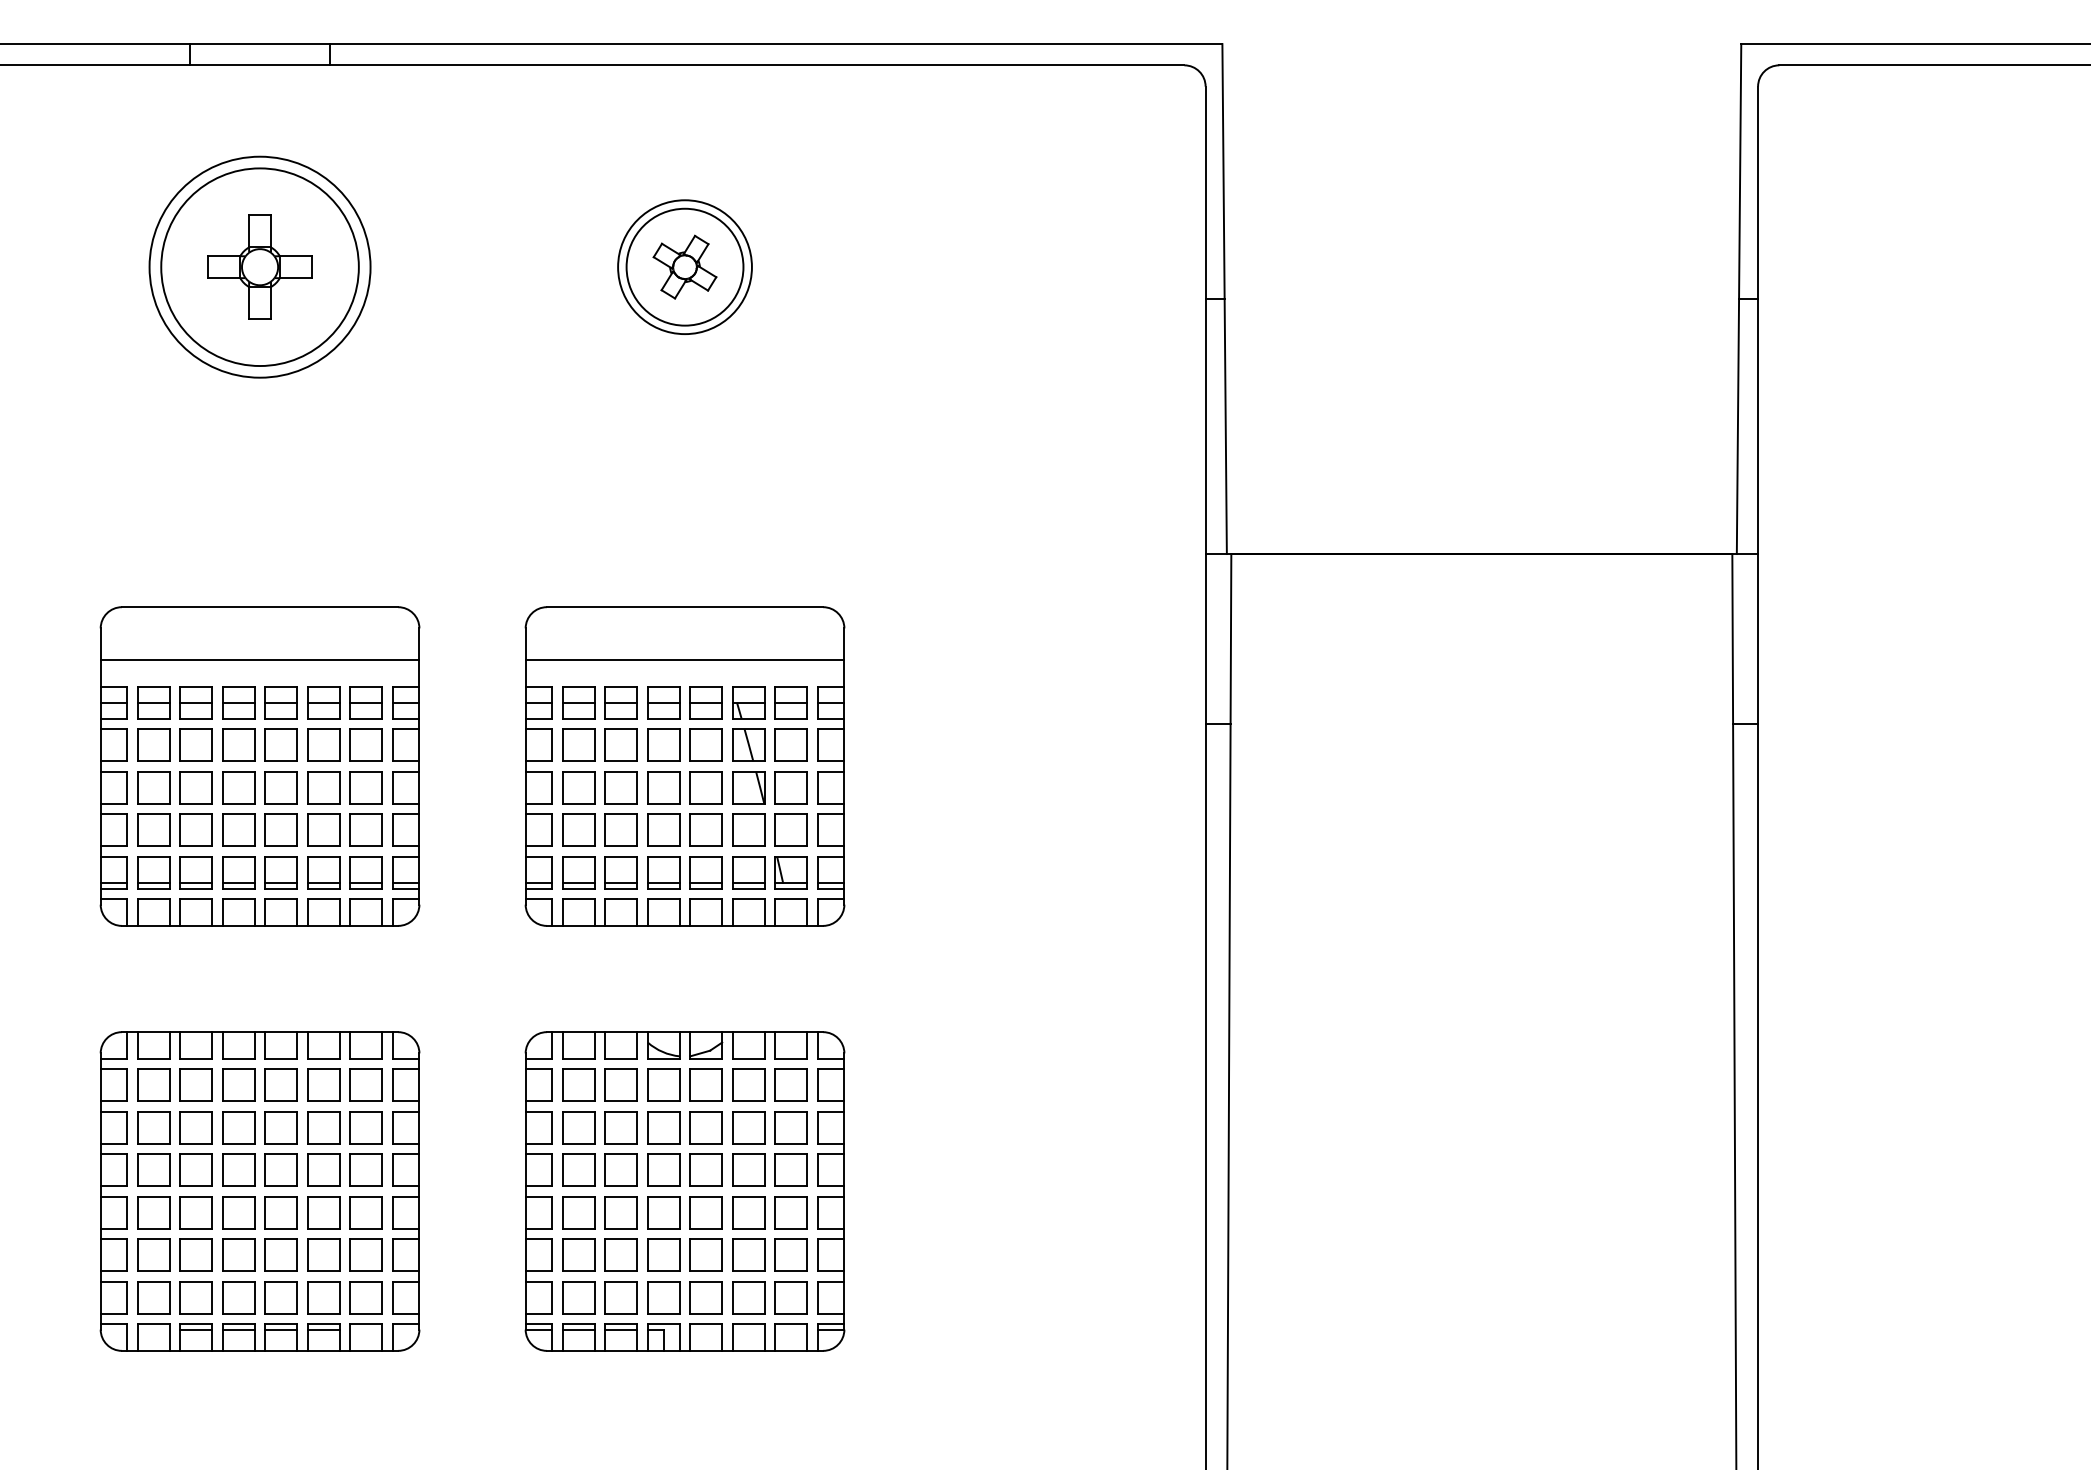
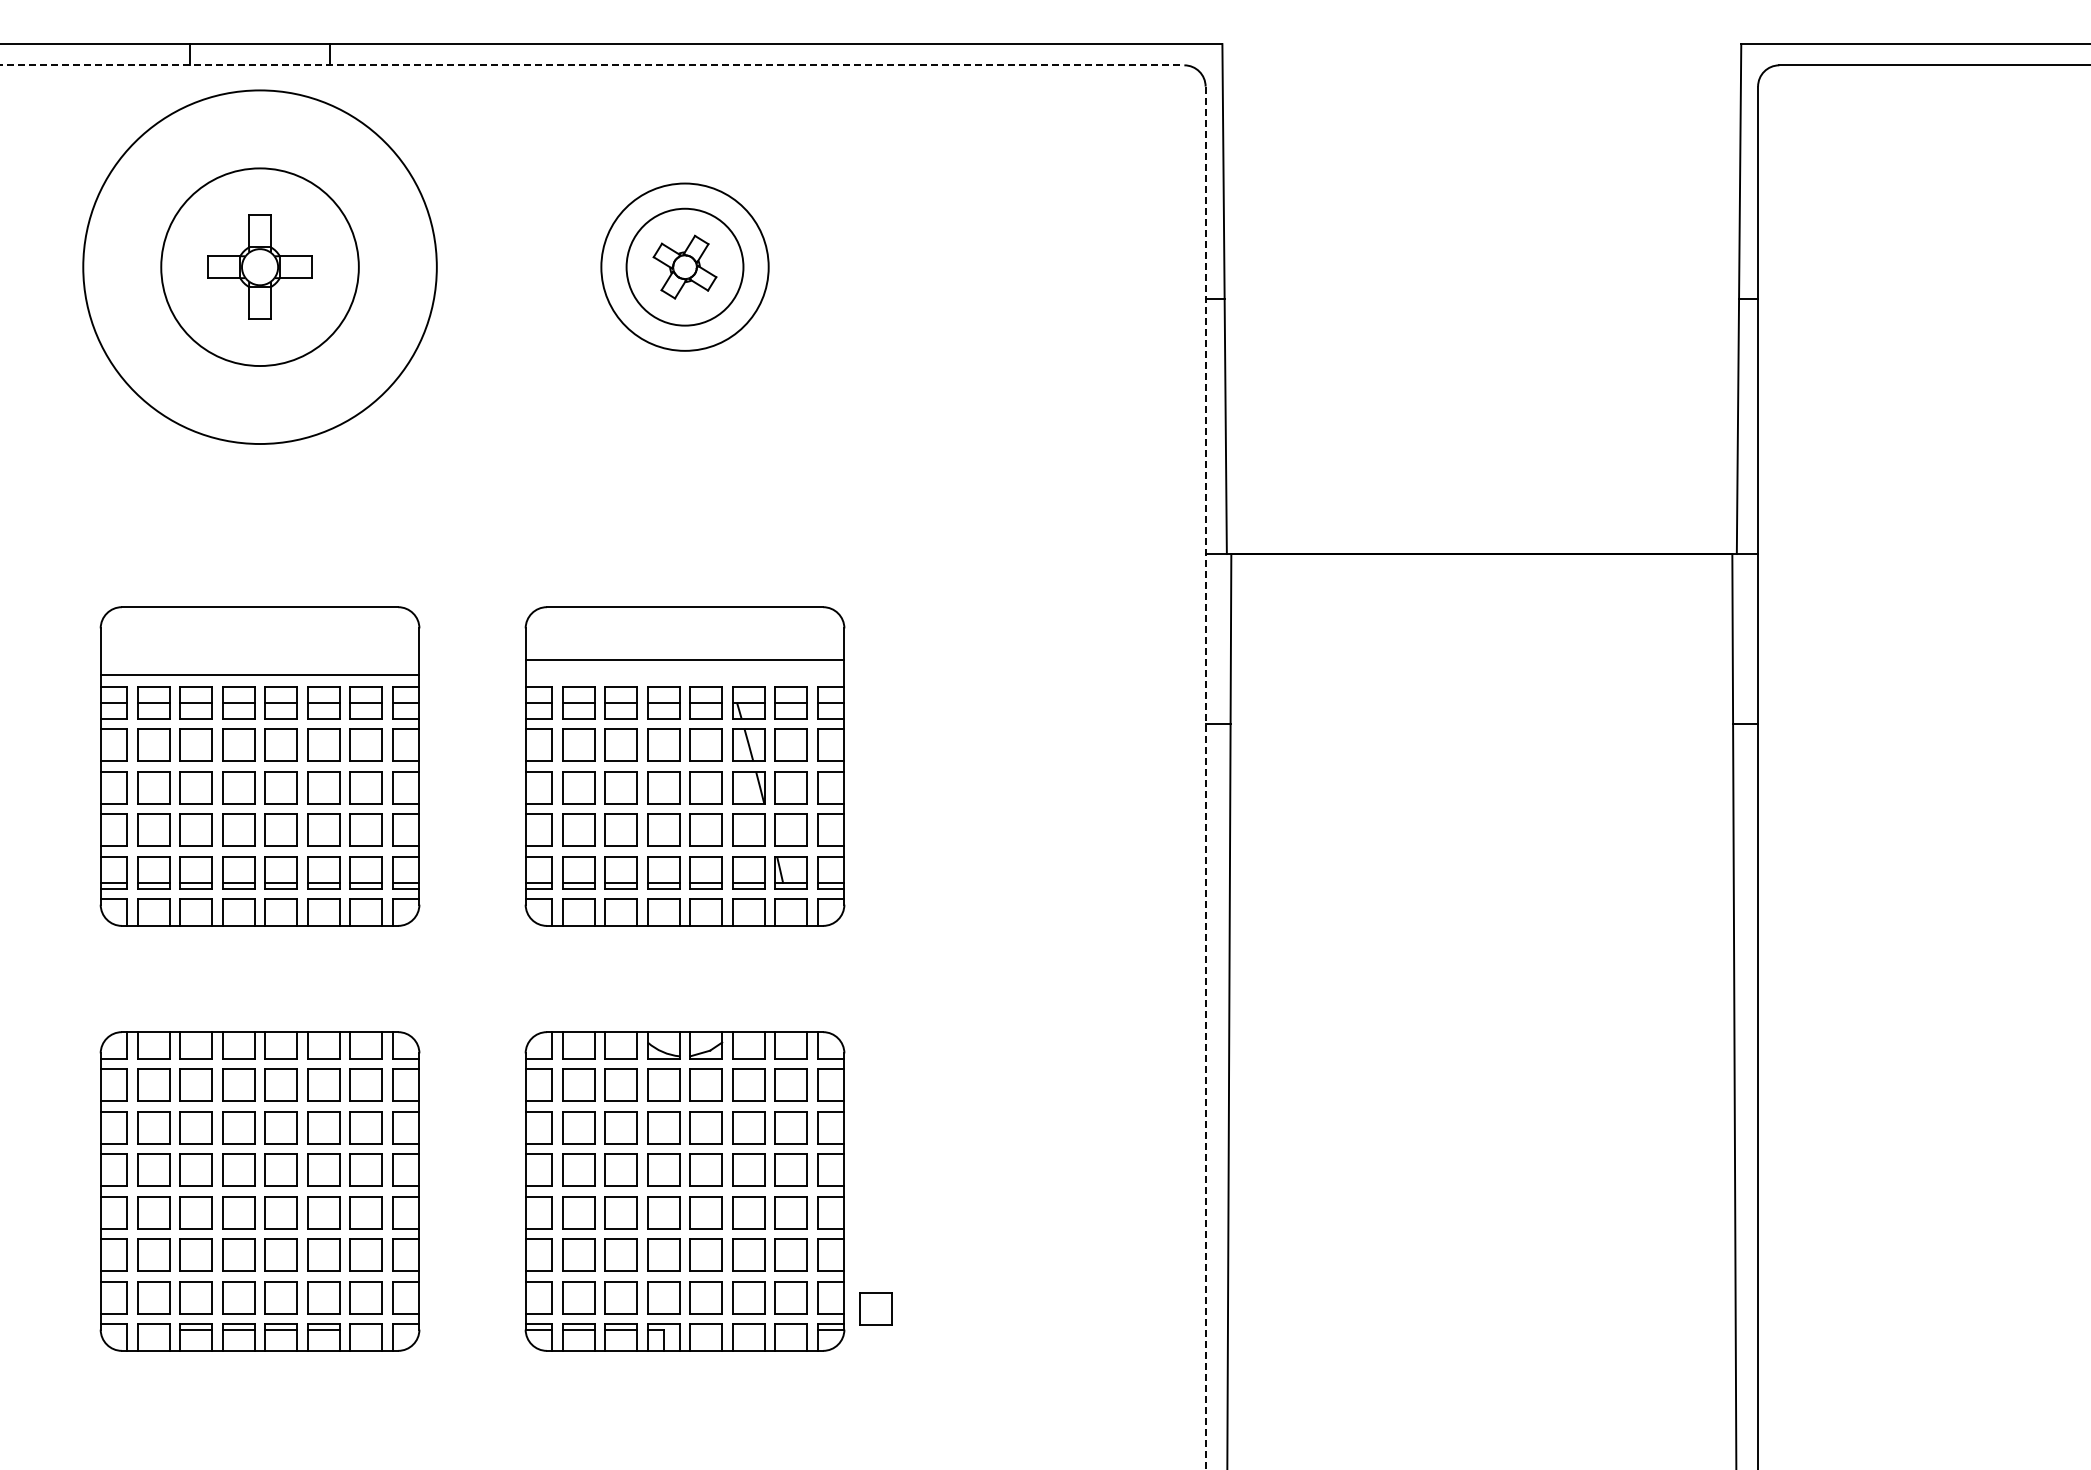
line at (592, 65): solid -> dashed
circle at (259, 266) diameter: 221 px -> 354 px
circle at (684, 267) diameter: 134 px -> 167 px
line at (259, 660) position: (259, 660) -> (259, 675)
line at (1205, 778): solid -> dashed
part at (875, 1308): none -> present
